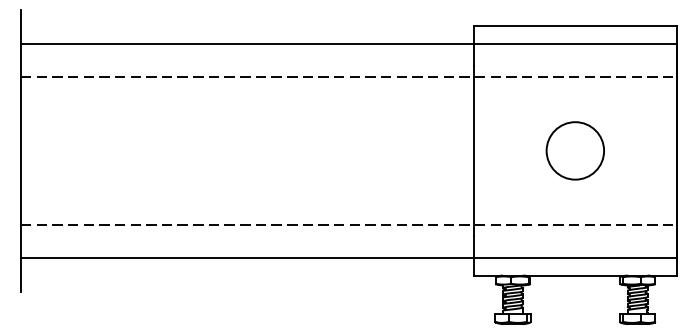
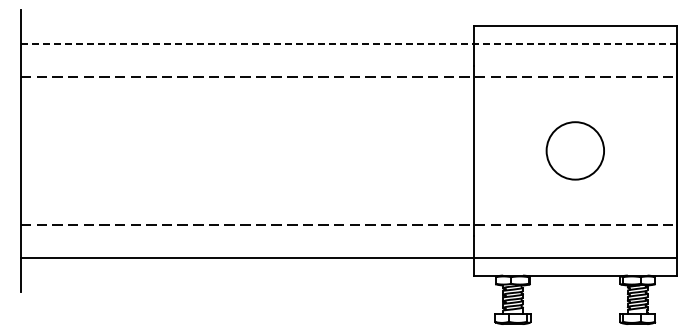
line at (348, 44): solid -> dashed
